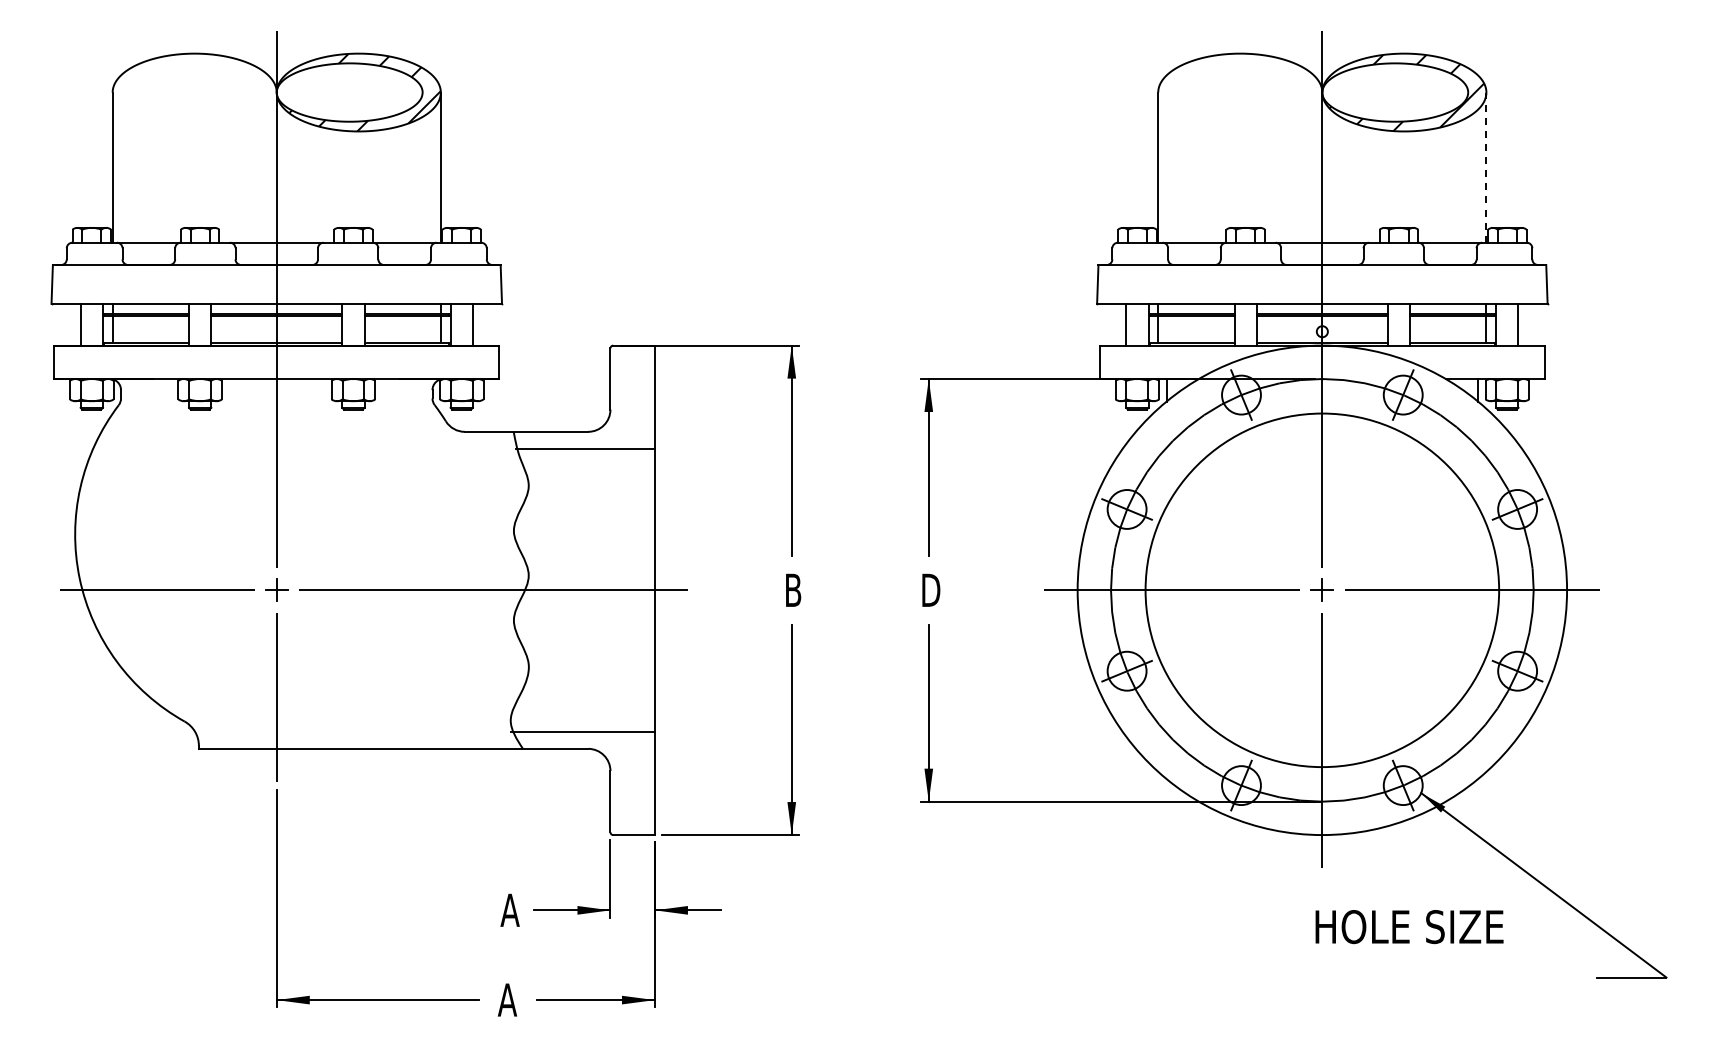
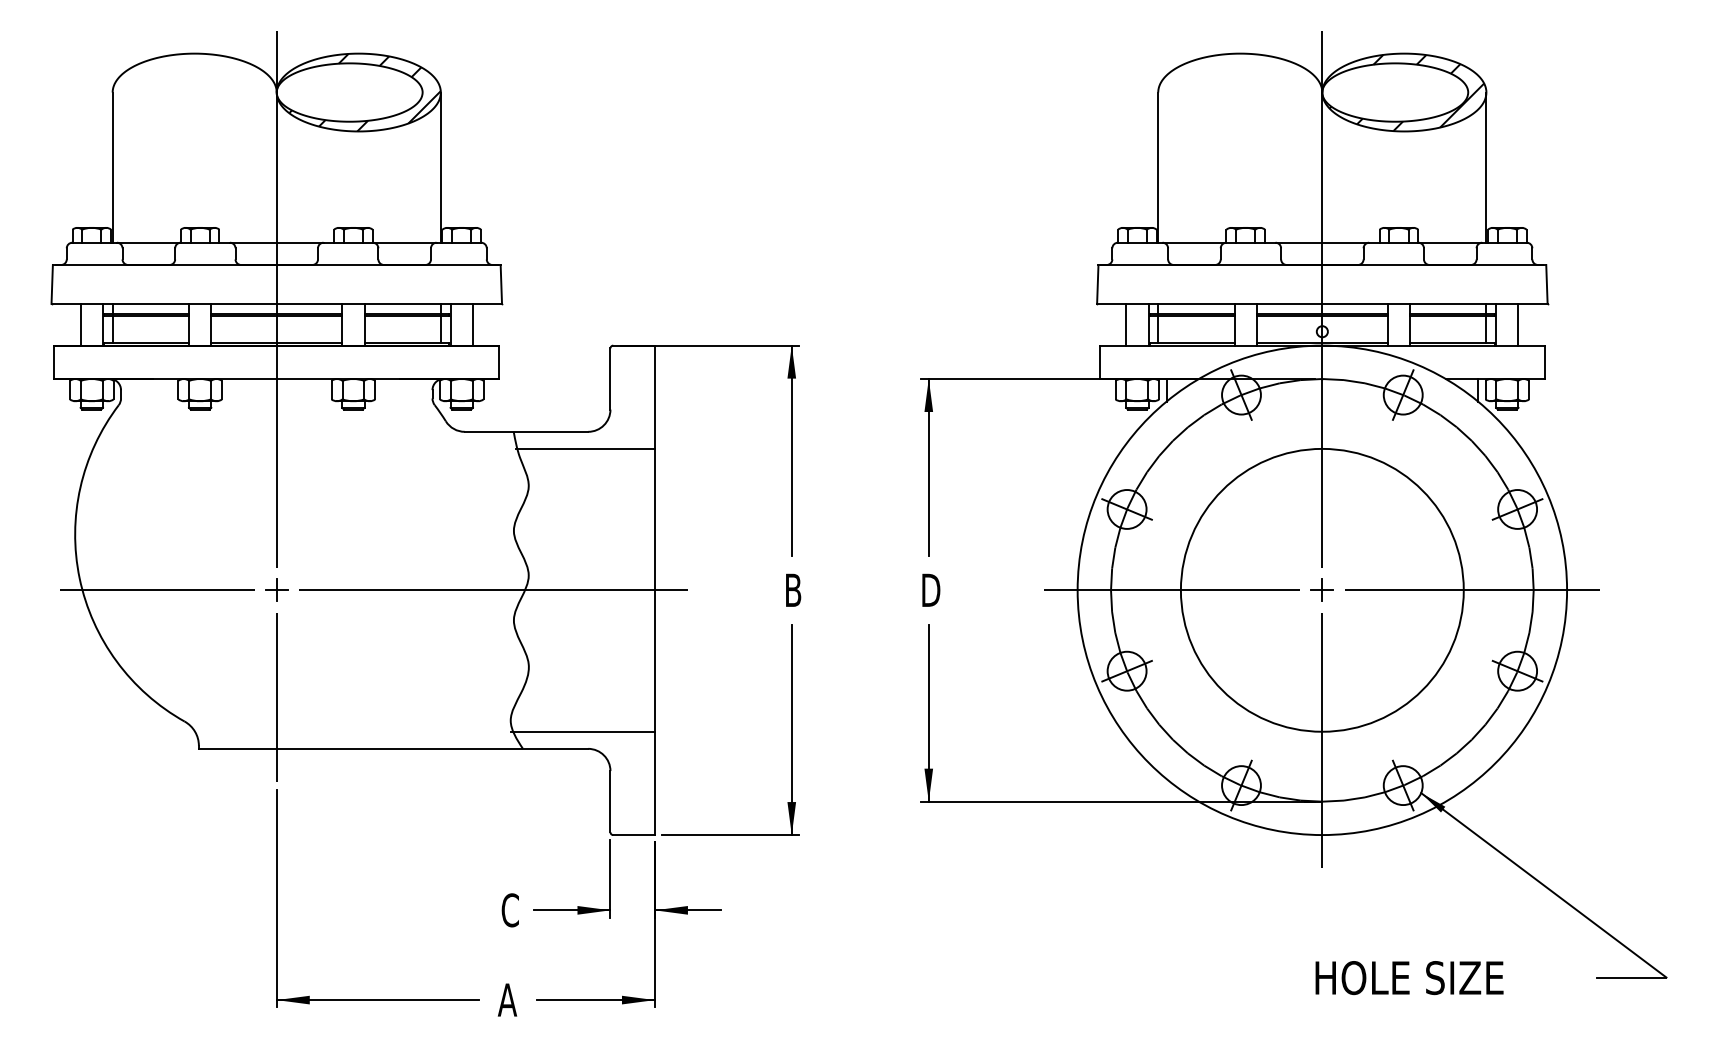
line at (1486, 167): dashed -> solid
circle at (1322, 590) diameter: 354 px -> 283 px
text at (509, 910): A -> C
text at (1409, 927) position: (1409, 927) -> (1409, 978)
